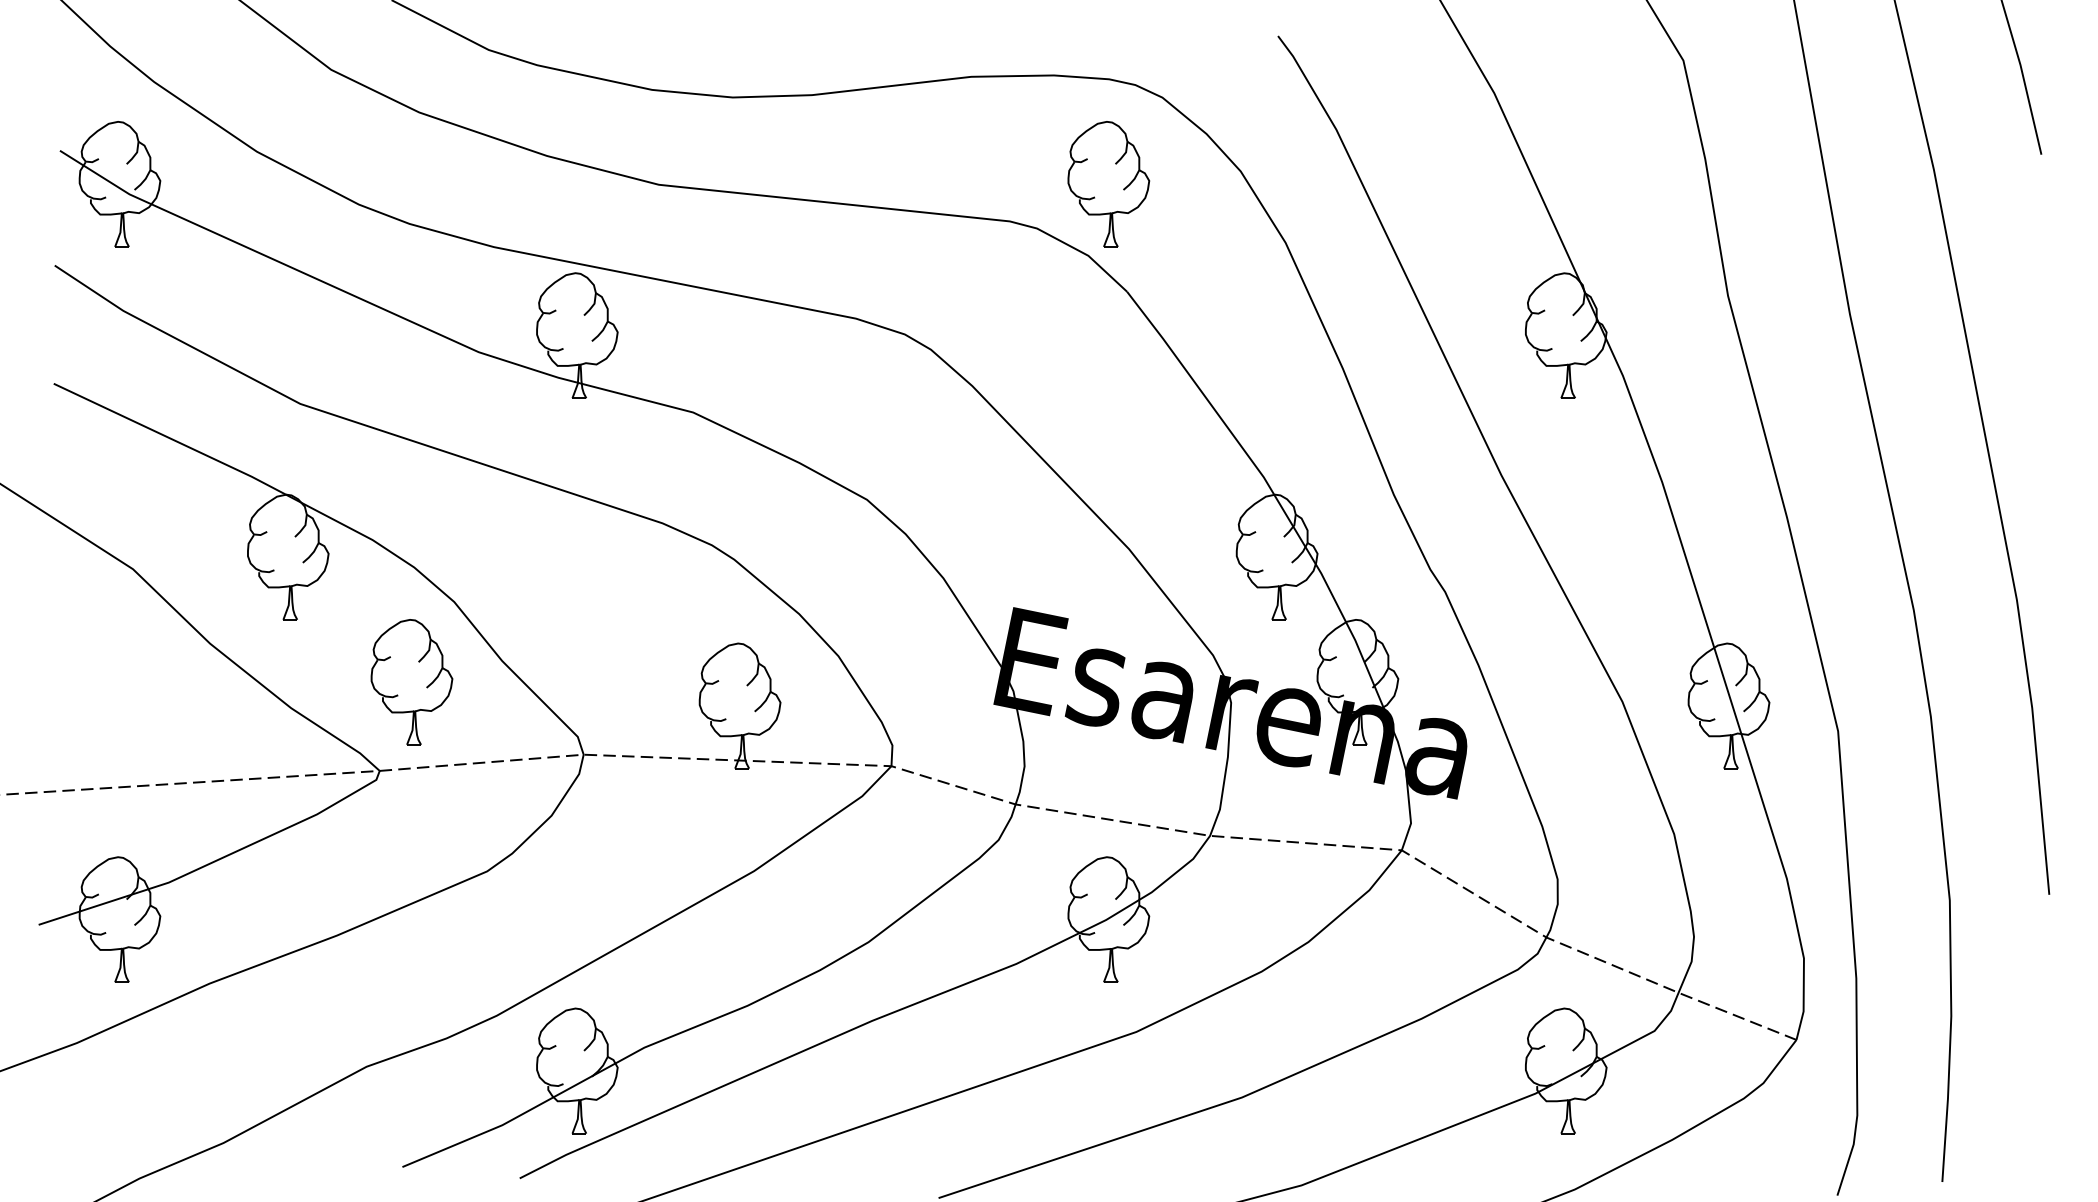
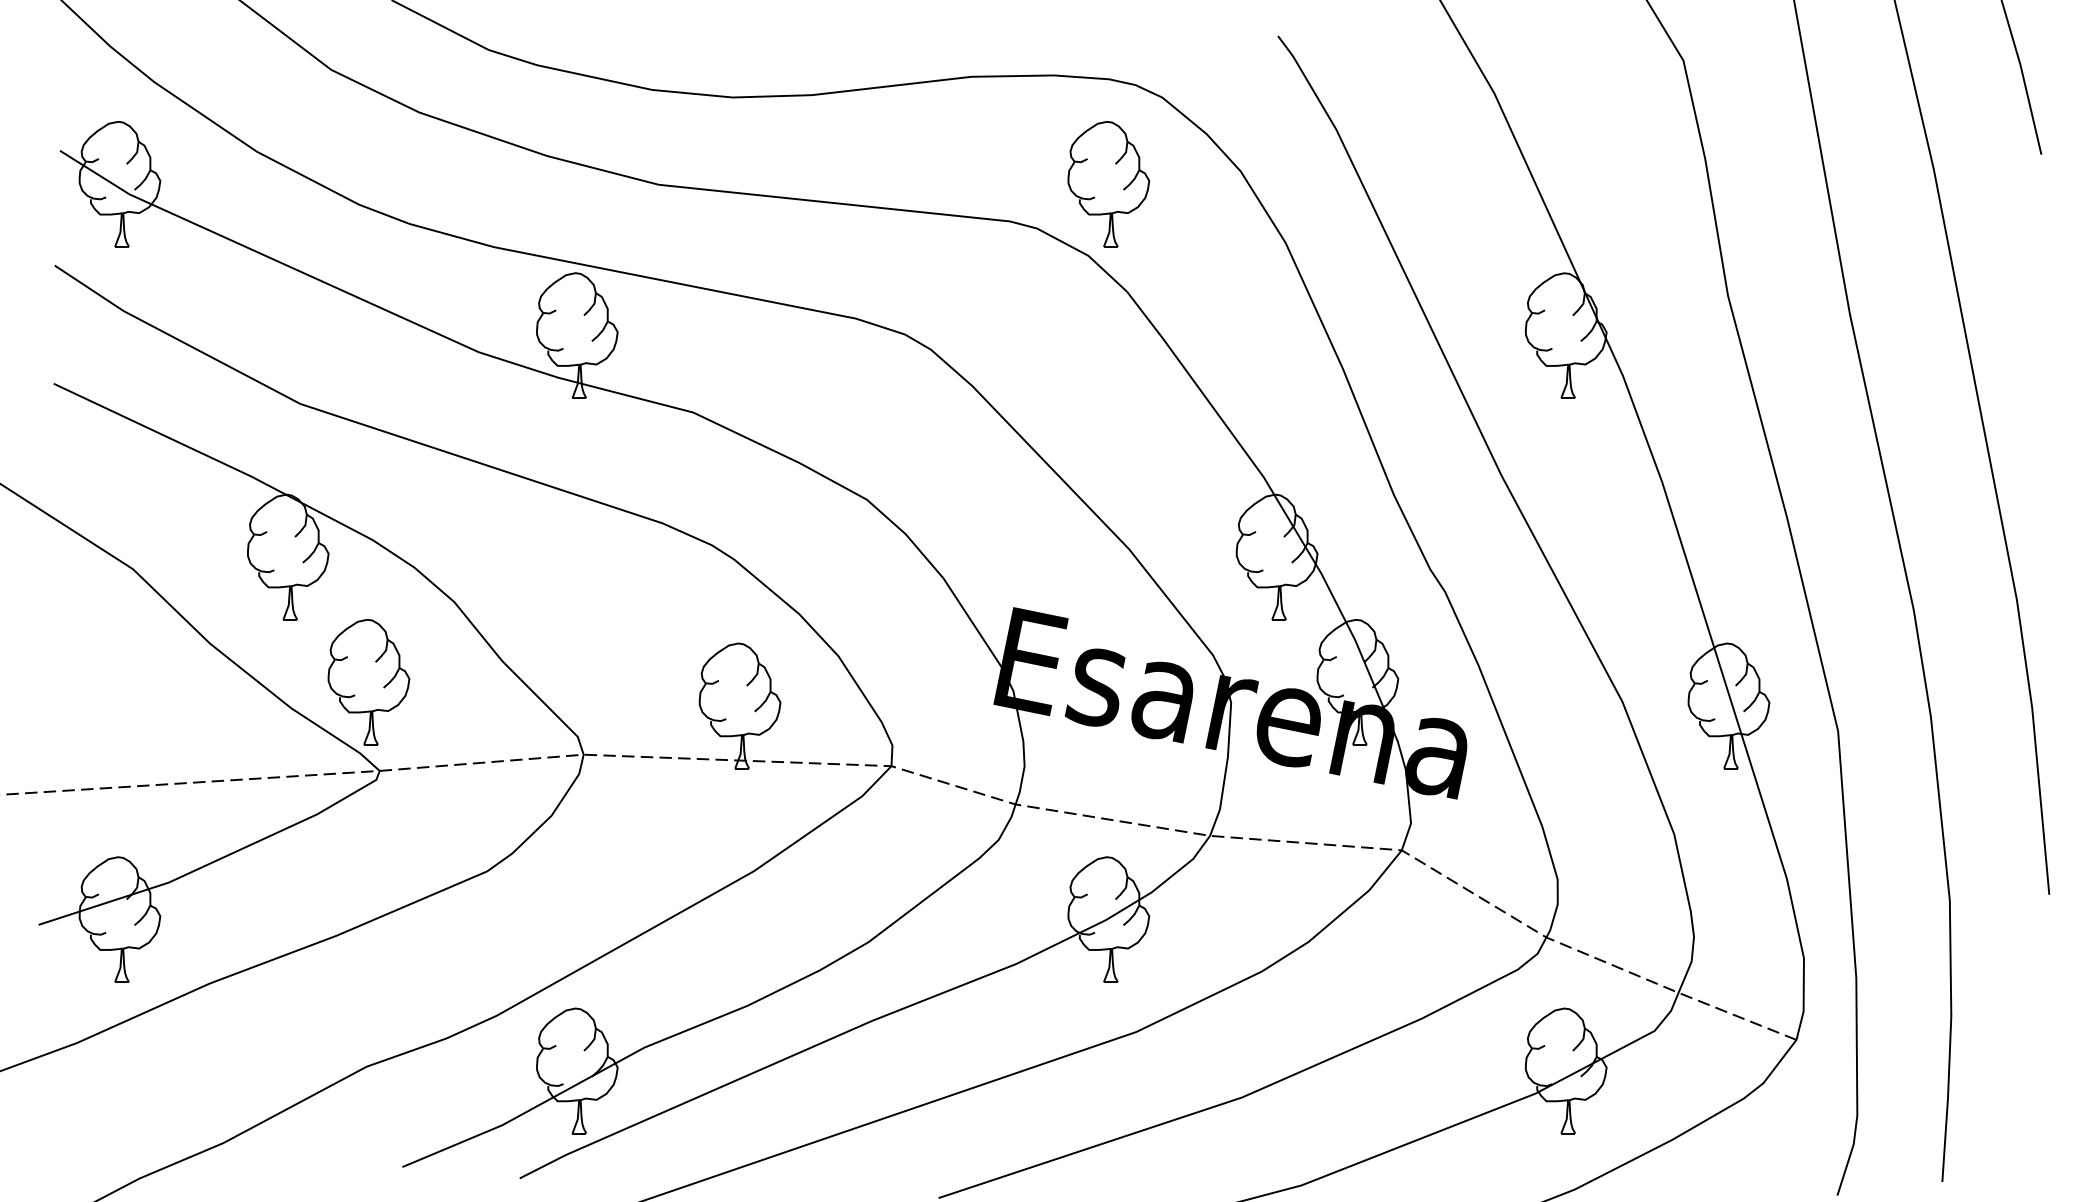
part at (411, 682) position: (411, 682) -> (368, 682)
